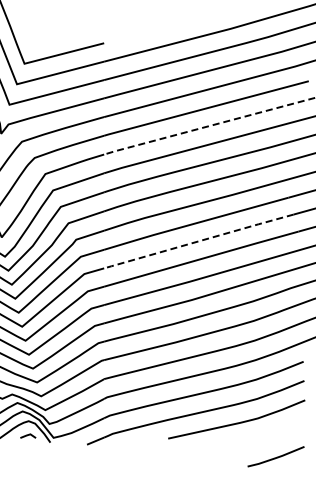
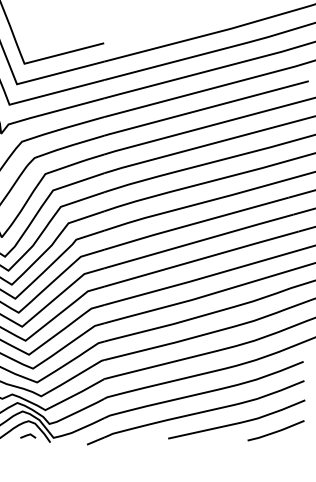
line at (208, 126): dashed -> solid
line at (198, 241): dashed -> solid
line at (275, 457) position: (275, 457) -> (275, 431)
